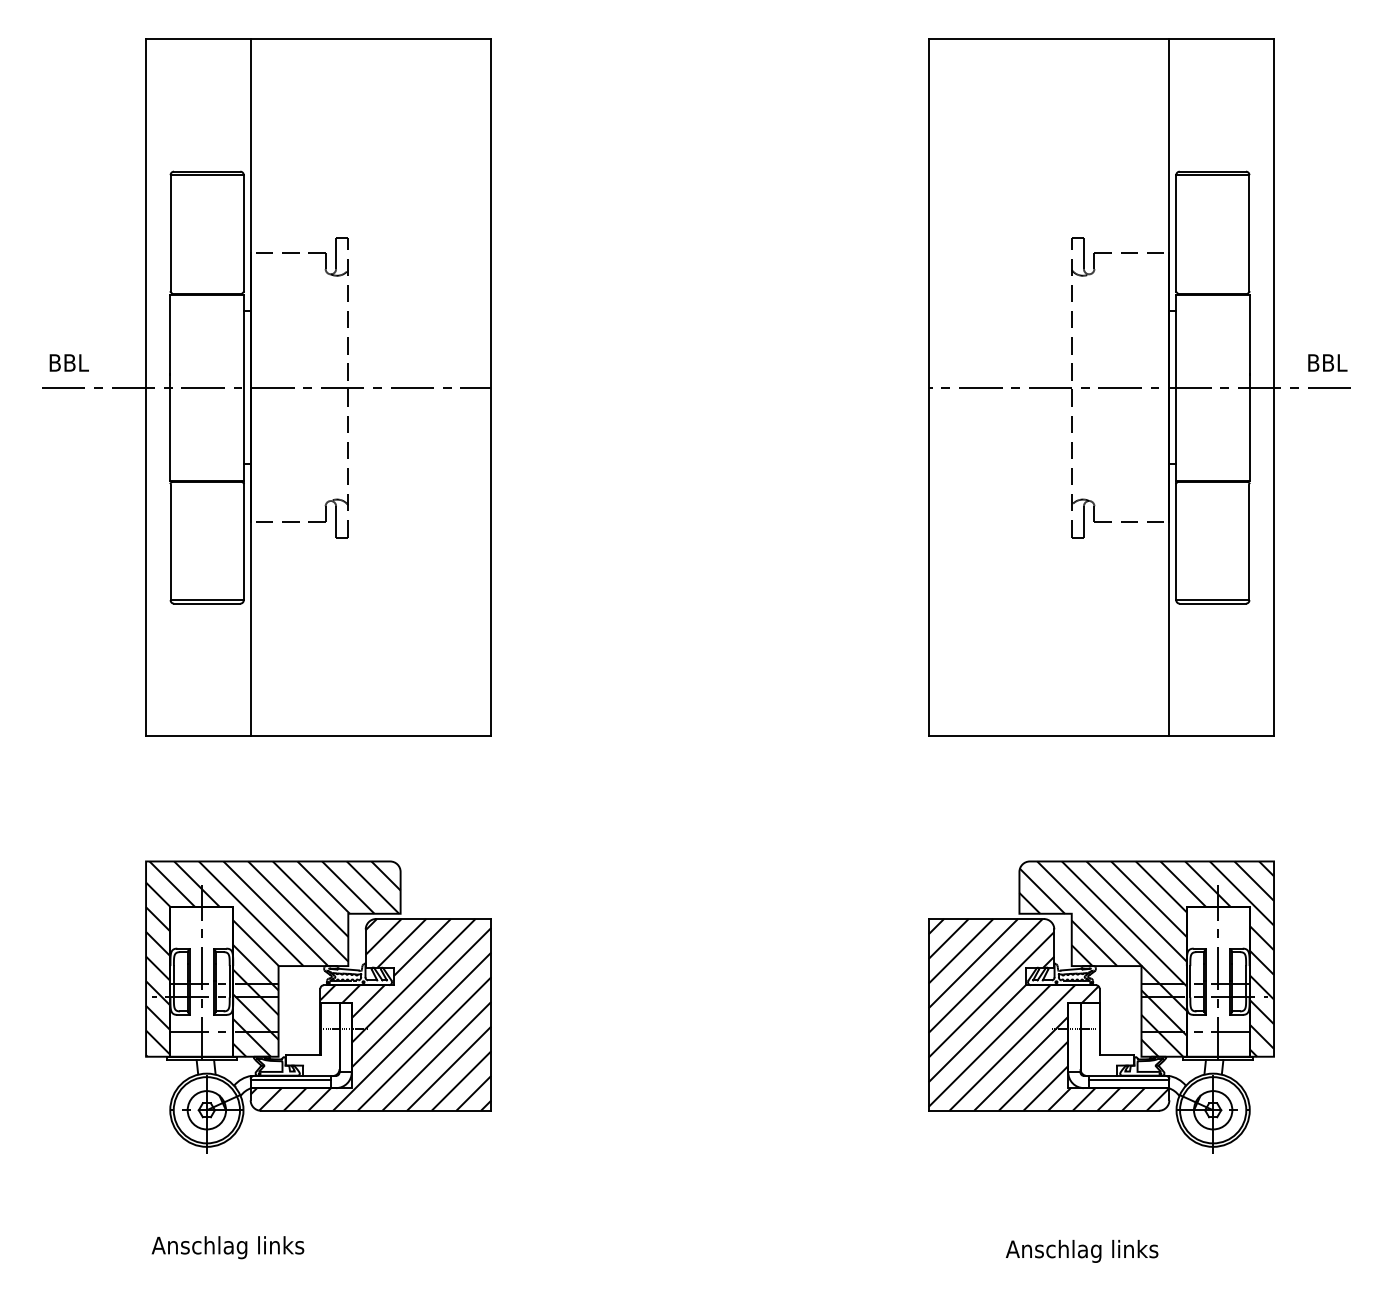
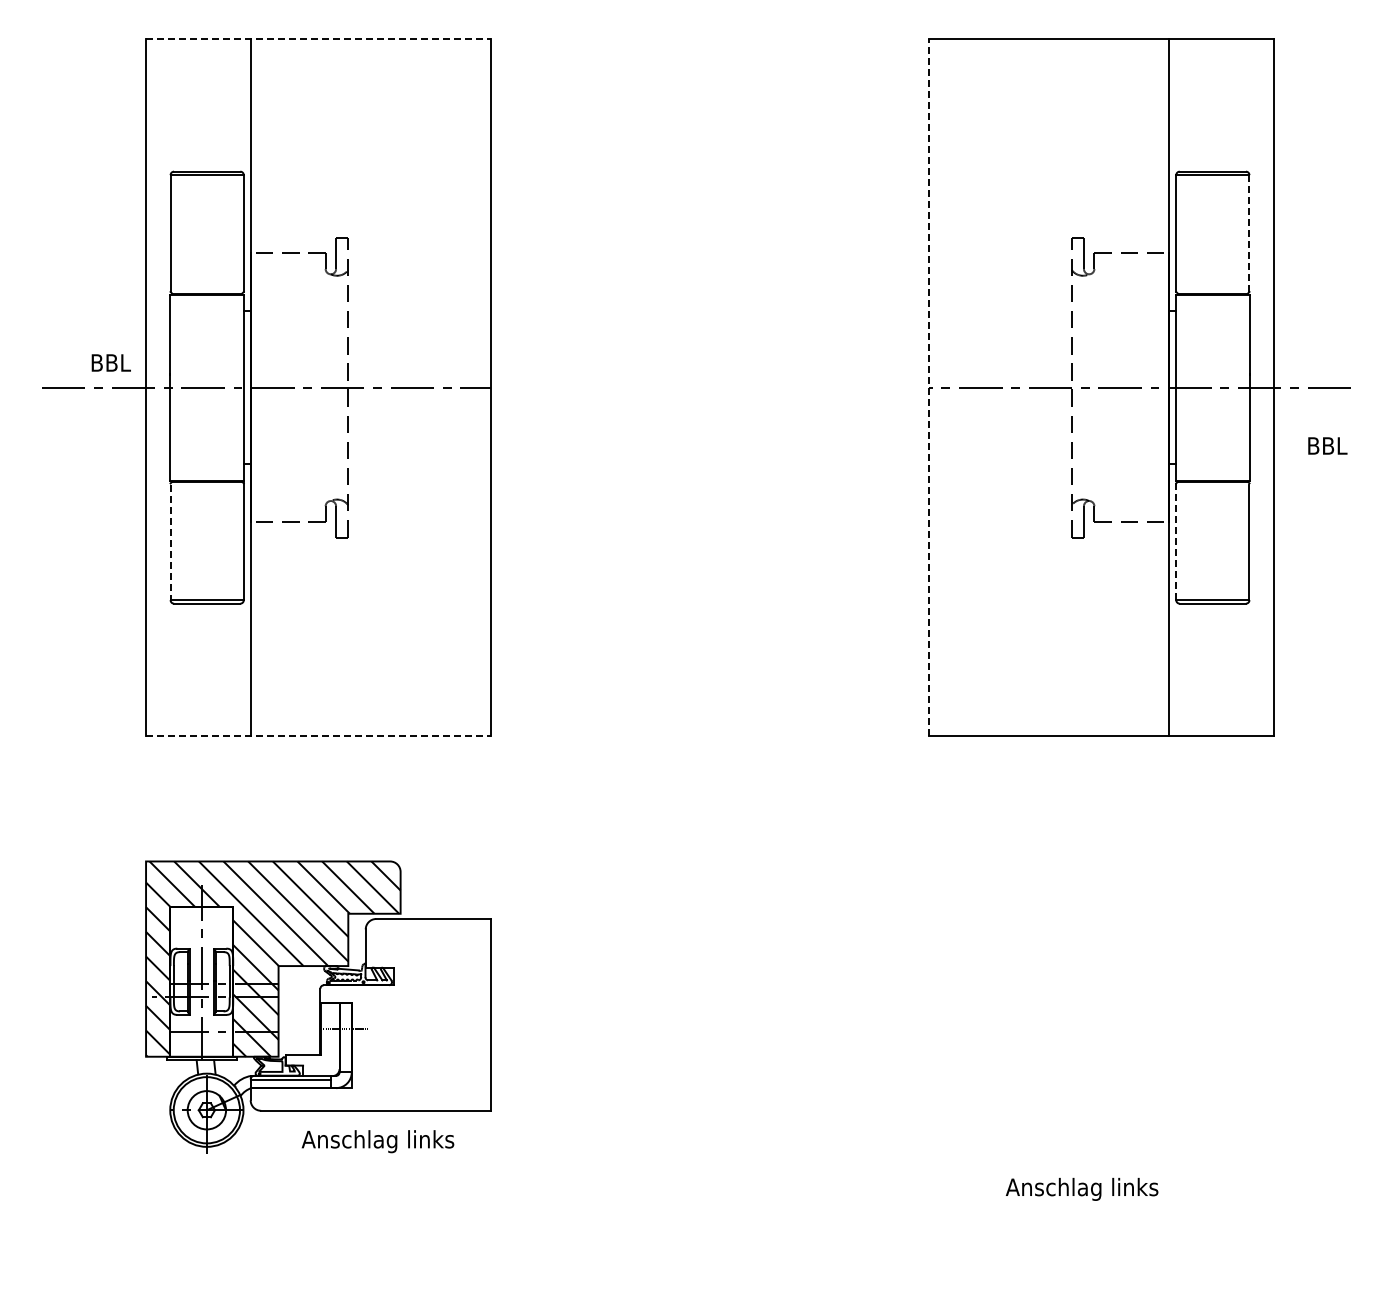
line at (318, 38): solid -> dashed
line at (1249, 233): solid -> dashed
text at (68, 362) position: (68, 362) -> (110, 362)
text at (1327, 362) position: (1327, 362) -> (1327, 445)
line at (928, 387): solid -> dashed
line at (170, 542): solid -> dashed
line at (1176, 542): solid -> dashed
line at (318, 736): solid -> dashed
part at (1101, 1006): present -> none
hatch at (370, 1014): present -> none
text at (227, 1247) position: (227, 1247) -> (377, 1141)
text at (1081, 1251) position: (1081, 1251) -> (1081, 1189)
